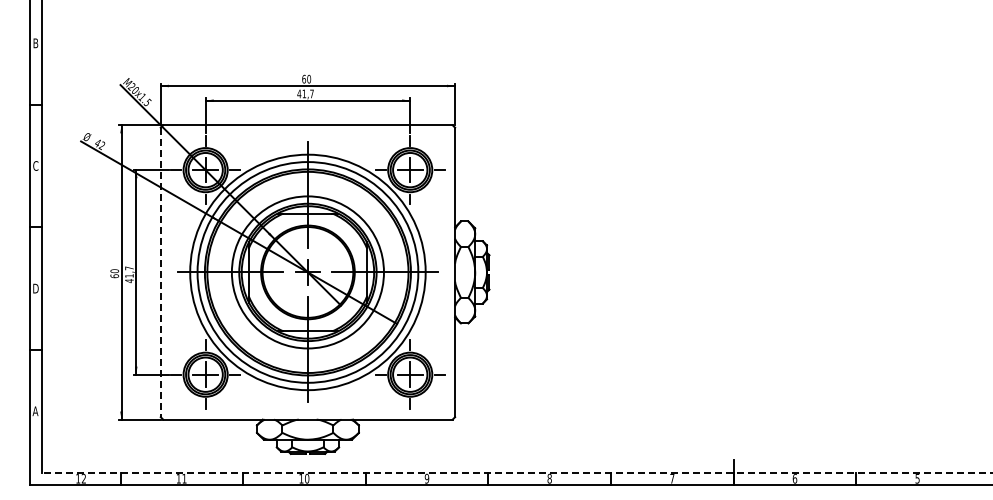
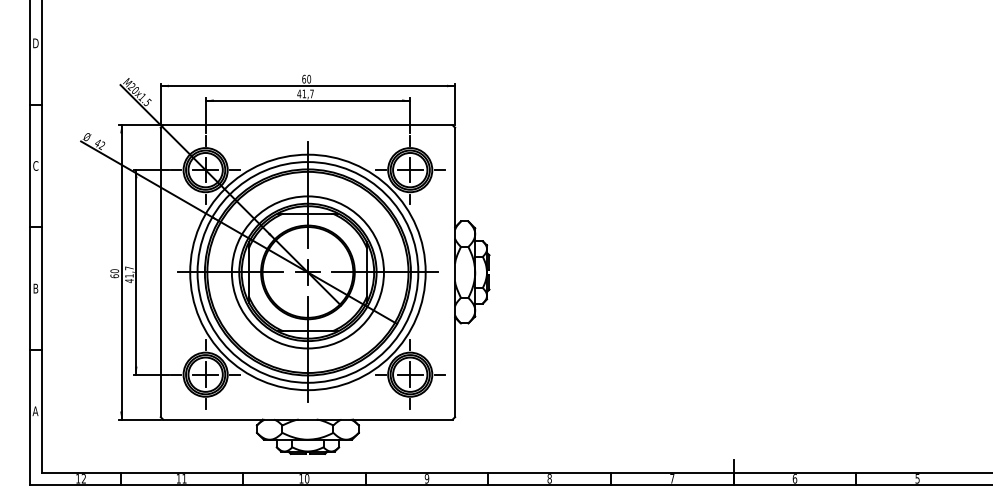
text at (35, 43): B -> D
line at (160, 272): dashed -> solid
text at (35, 288): D -> B
line at (516, 472): dashed -> solid
